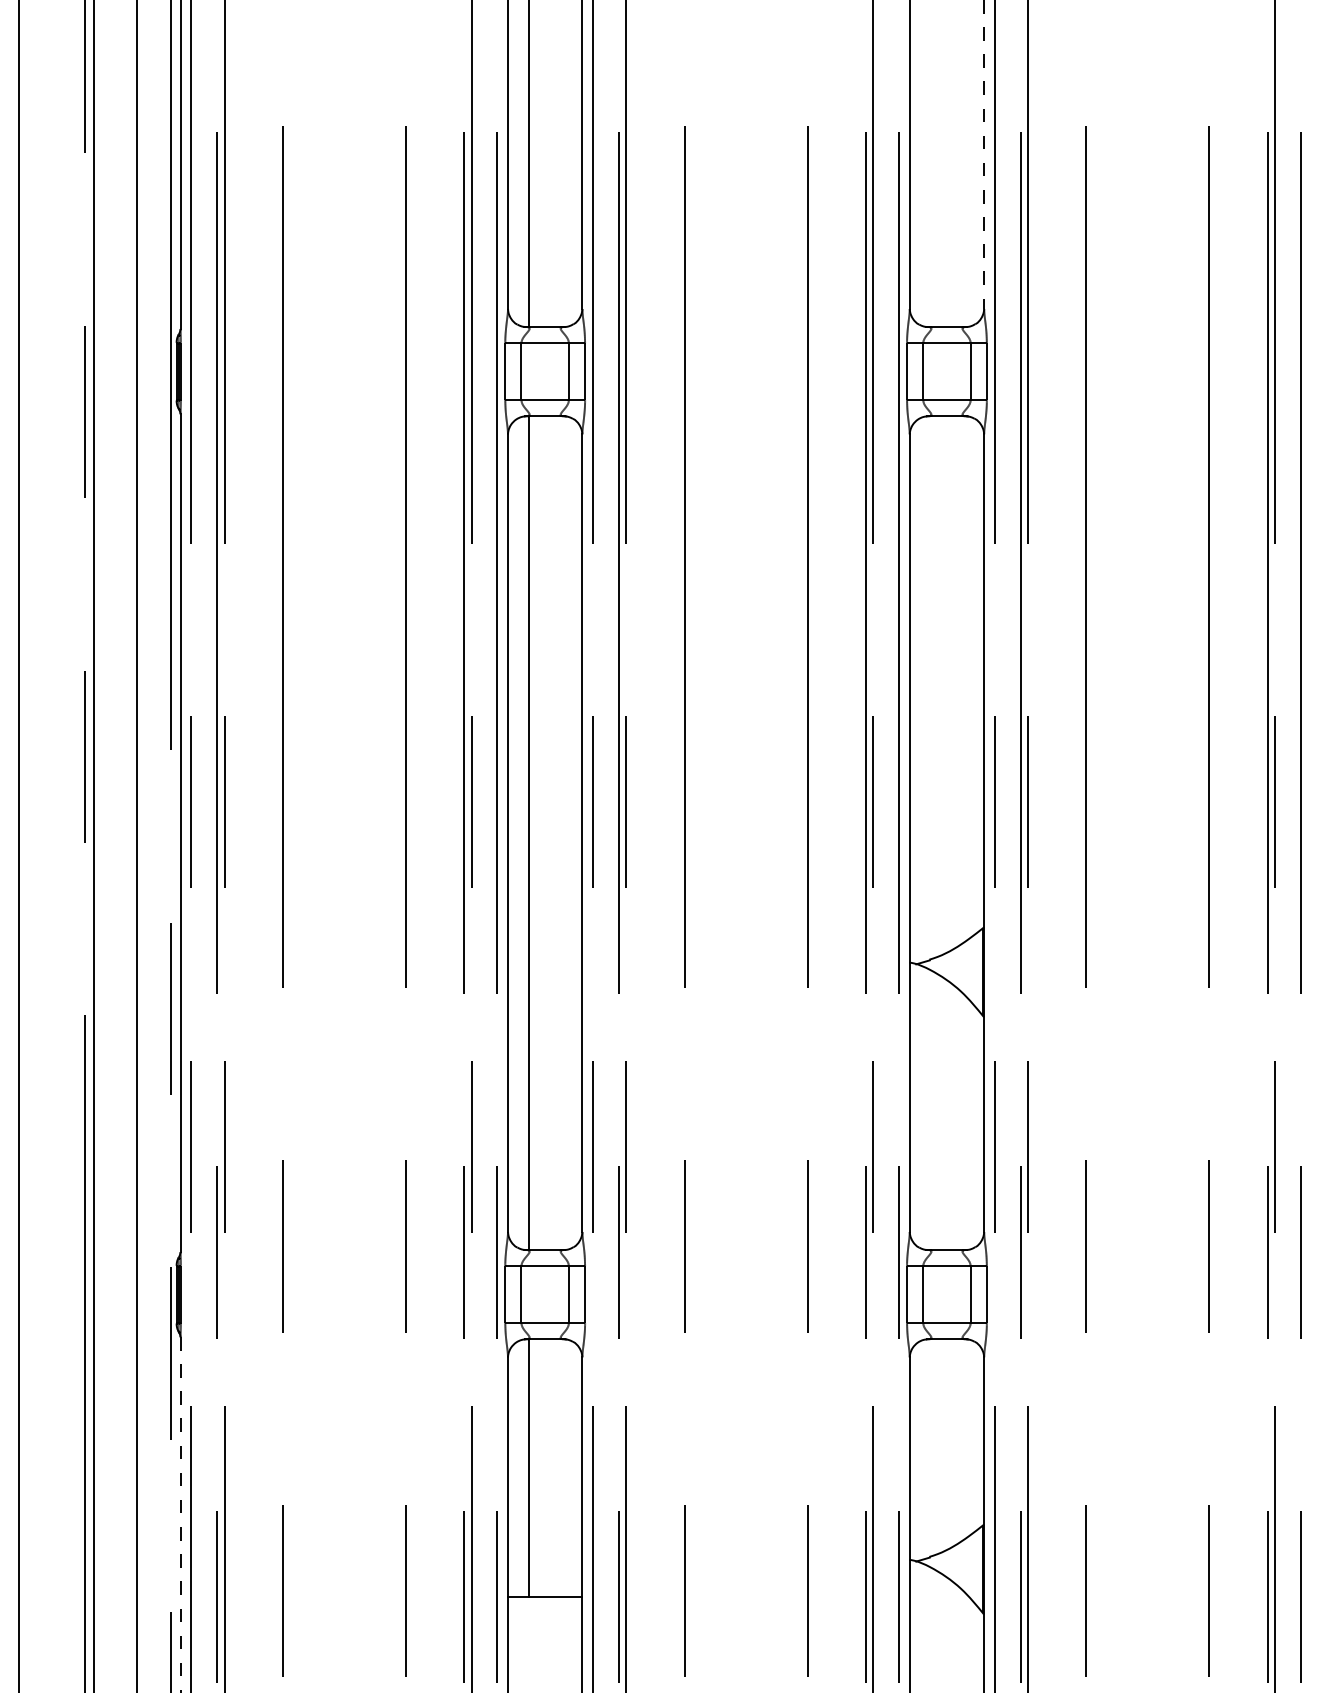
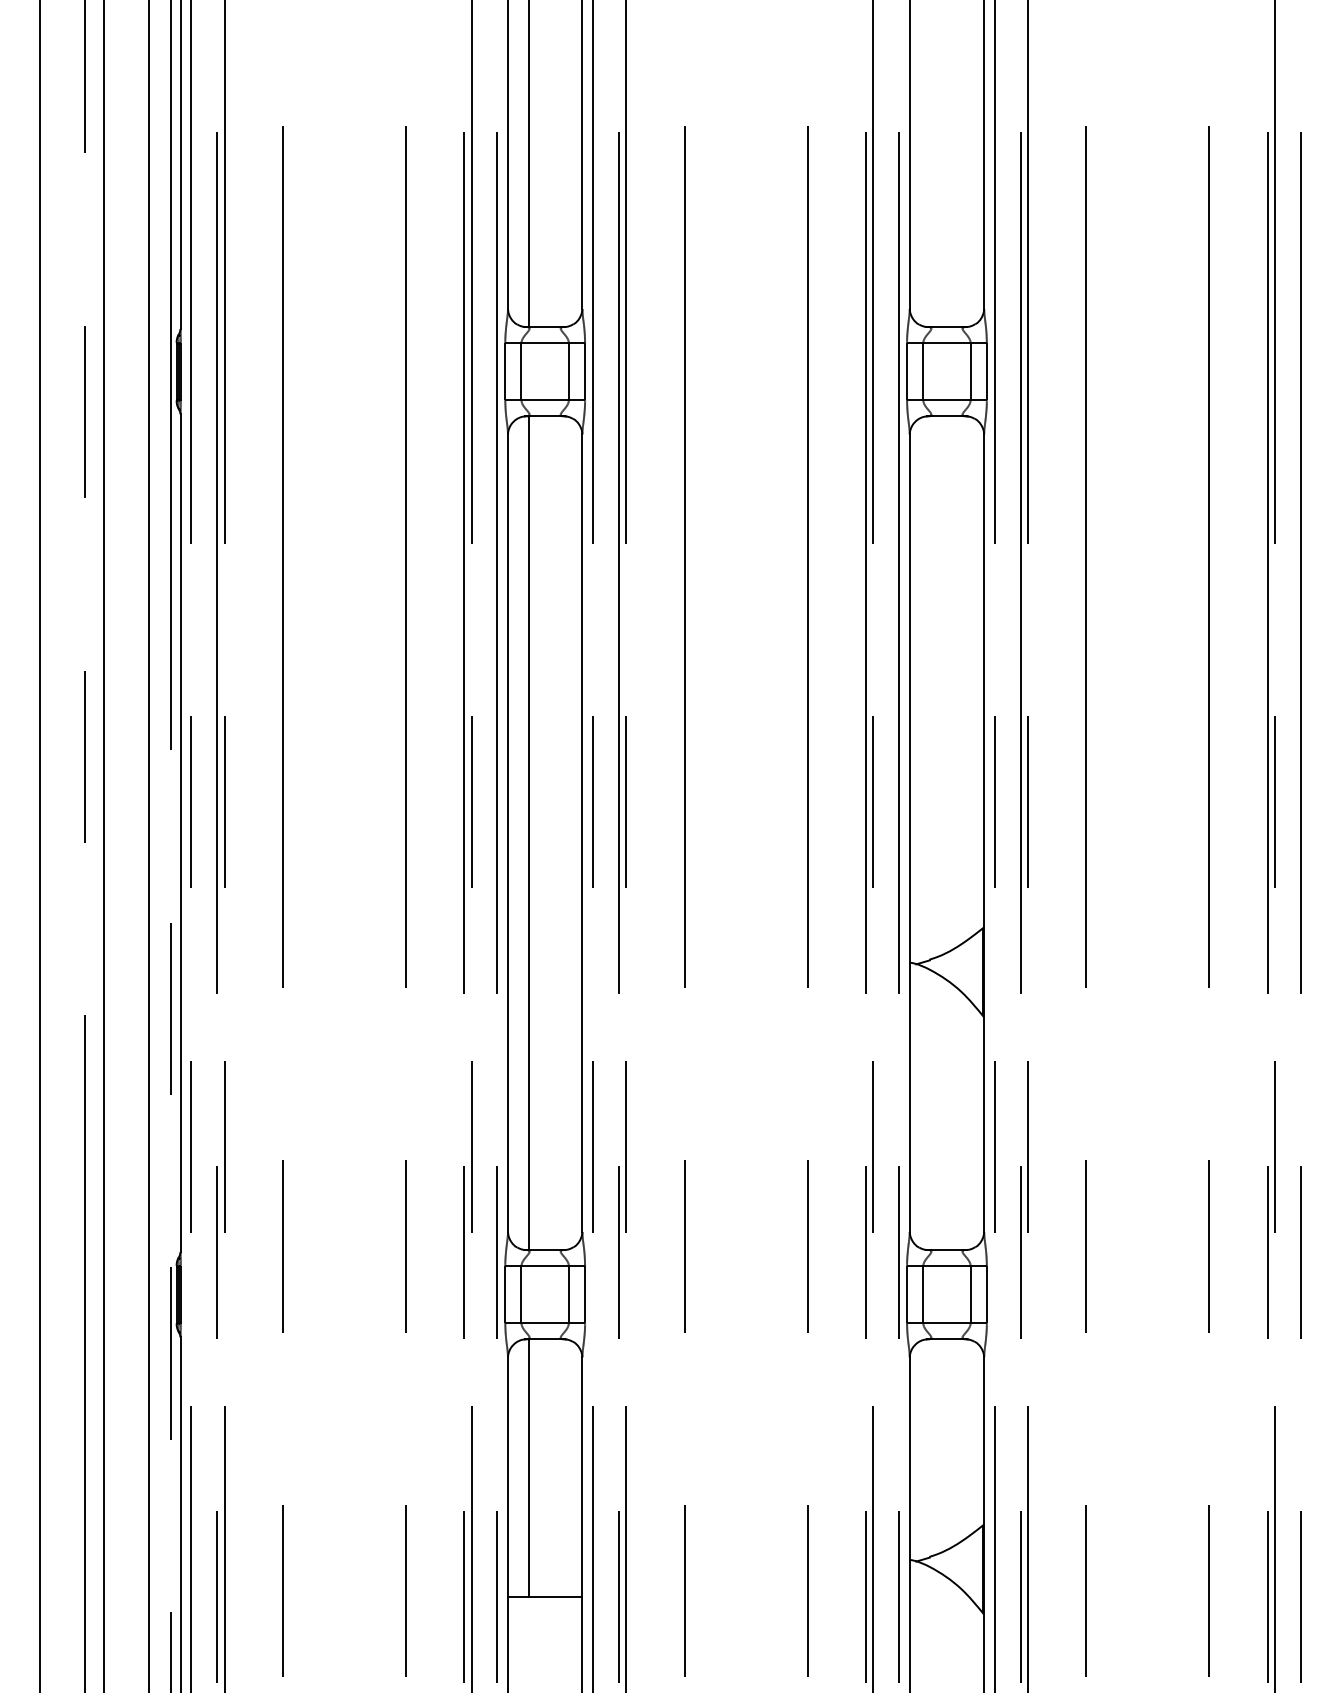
line at (984, 155): dashed -> solid
line at (19, 845) position: (19, 845) -> (40, 845)
line at (94, 845) position: (94, 845) -> (104, 845)
line at (136, 845) position: (136, 845) -> (148, 845)
line at (180, 1514): dashed -> solid
